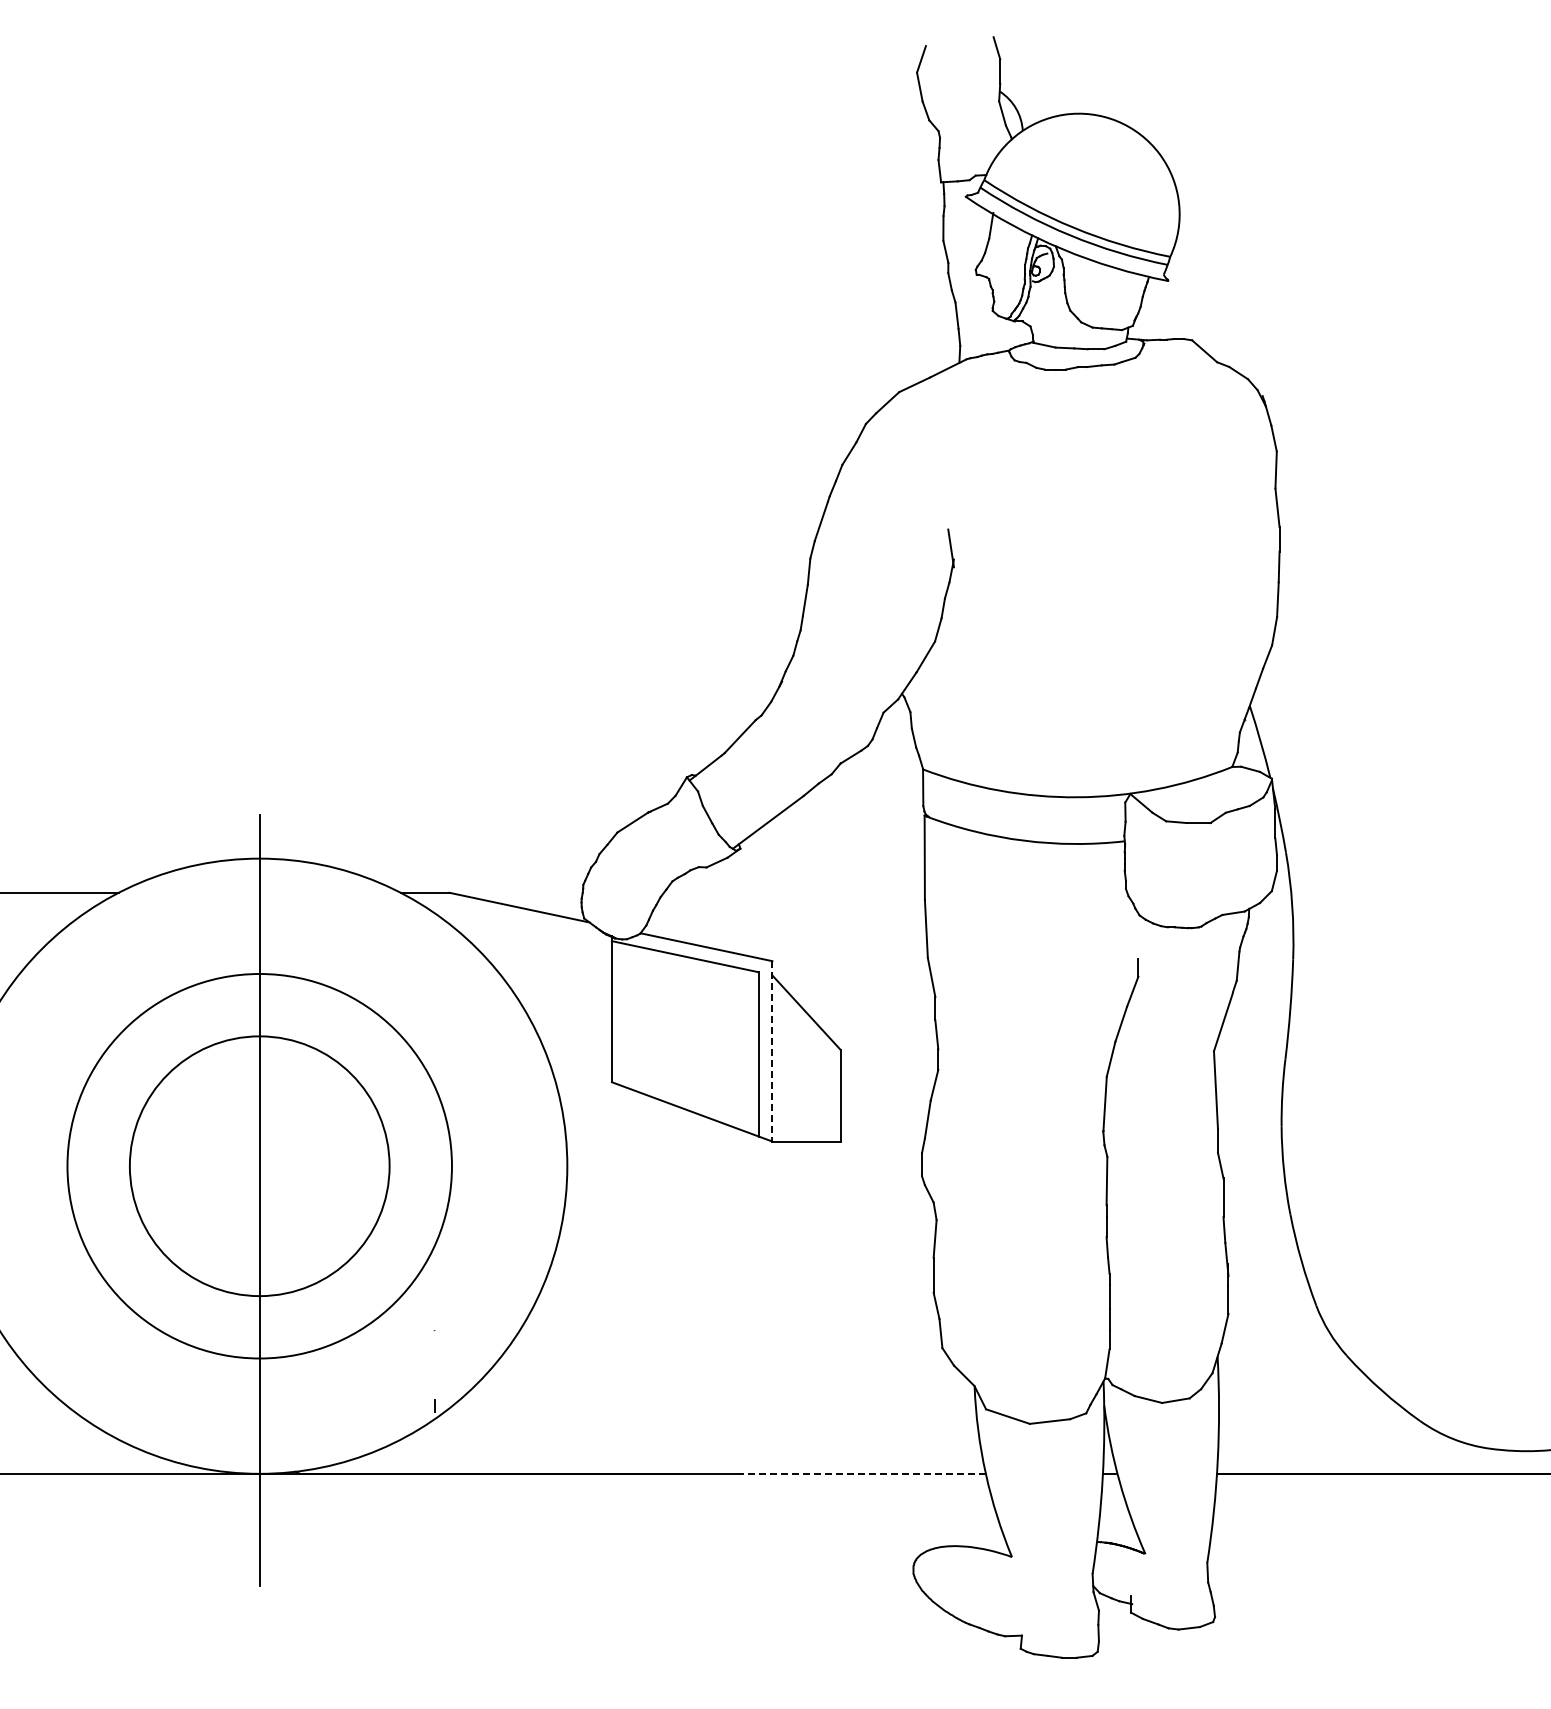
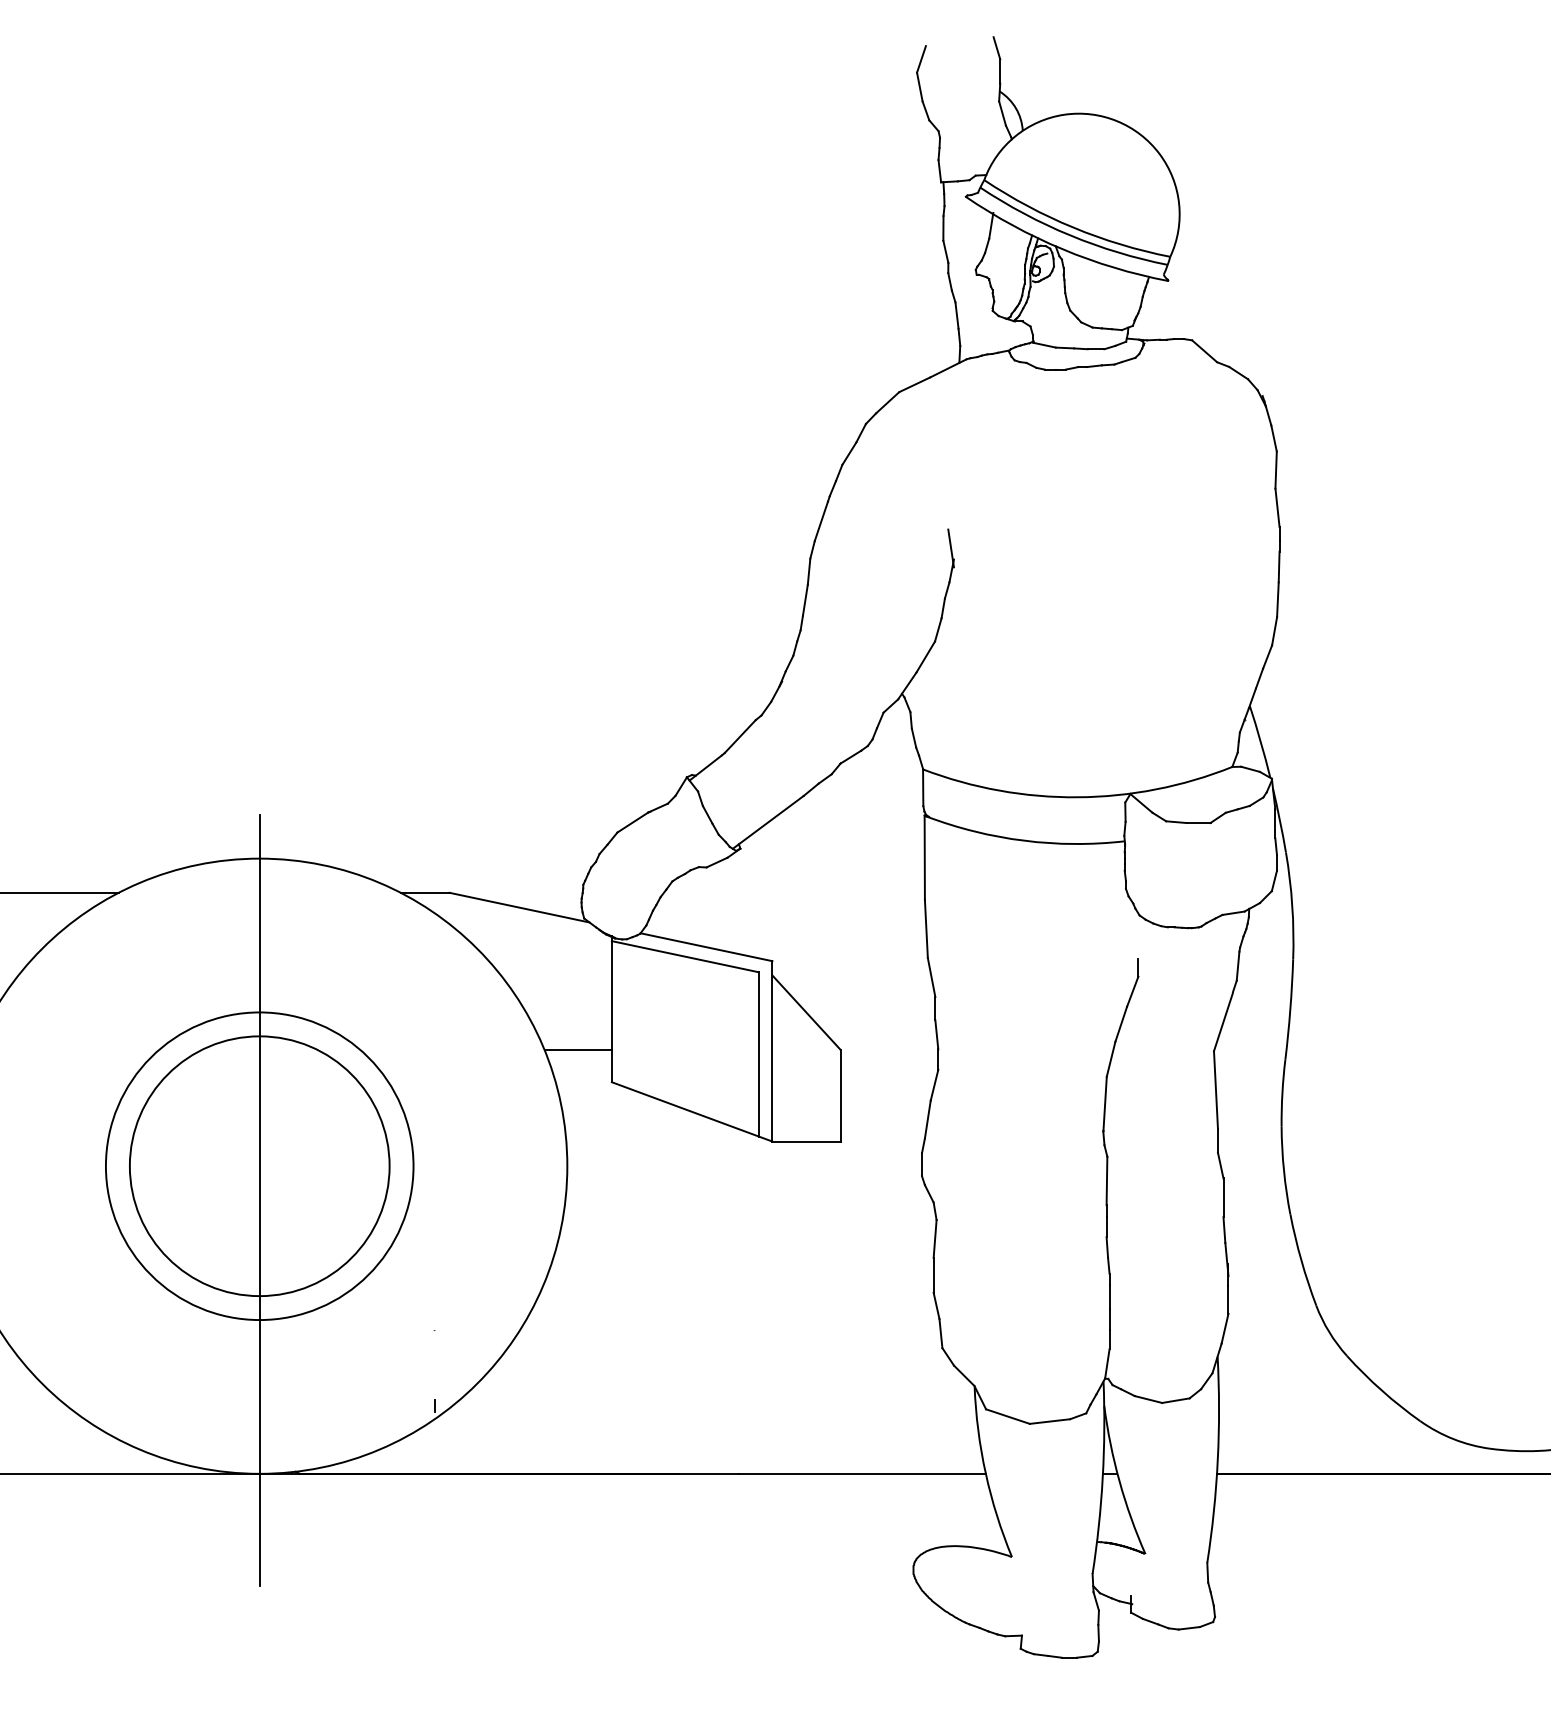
line at (577, 1050): none -> present
line at (772, 1051): dashed -> solid
circle at (259, 1165) diameter: 385 px -> 308 px
line at (862, 1473): dashed -> solid
